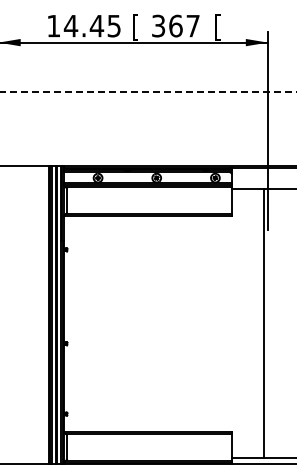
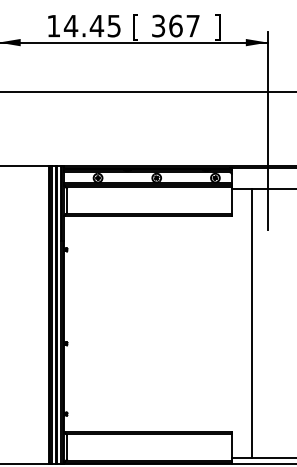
text at (217, 27): [ -> ]
line at (148, 91): dashed -> solid
line at (264, 323) position: (264, 323) -> (252, 323)
